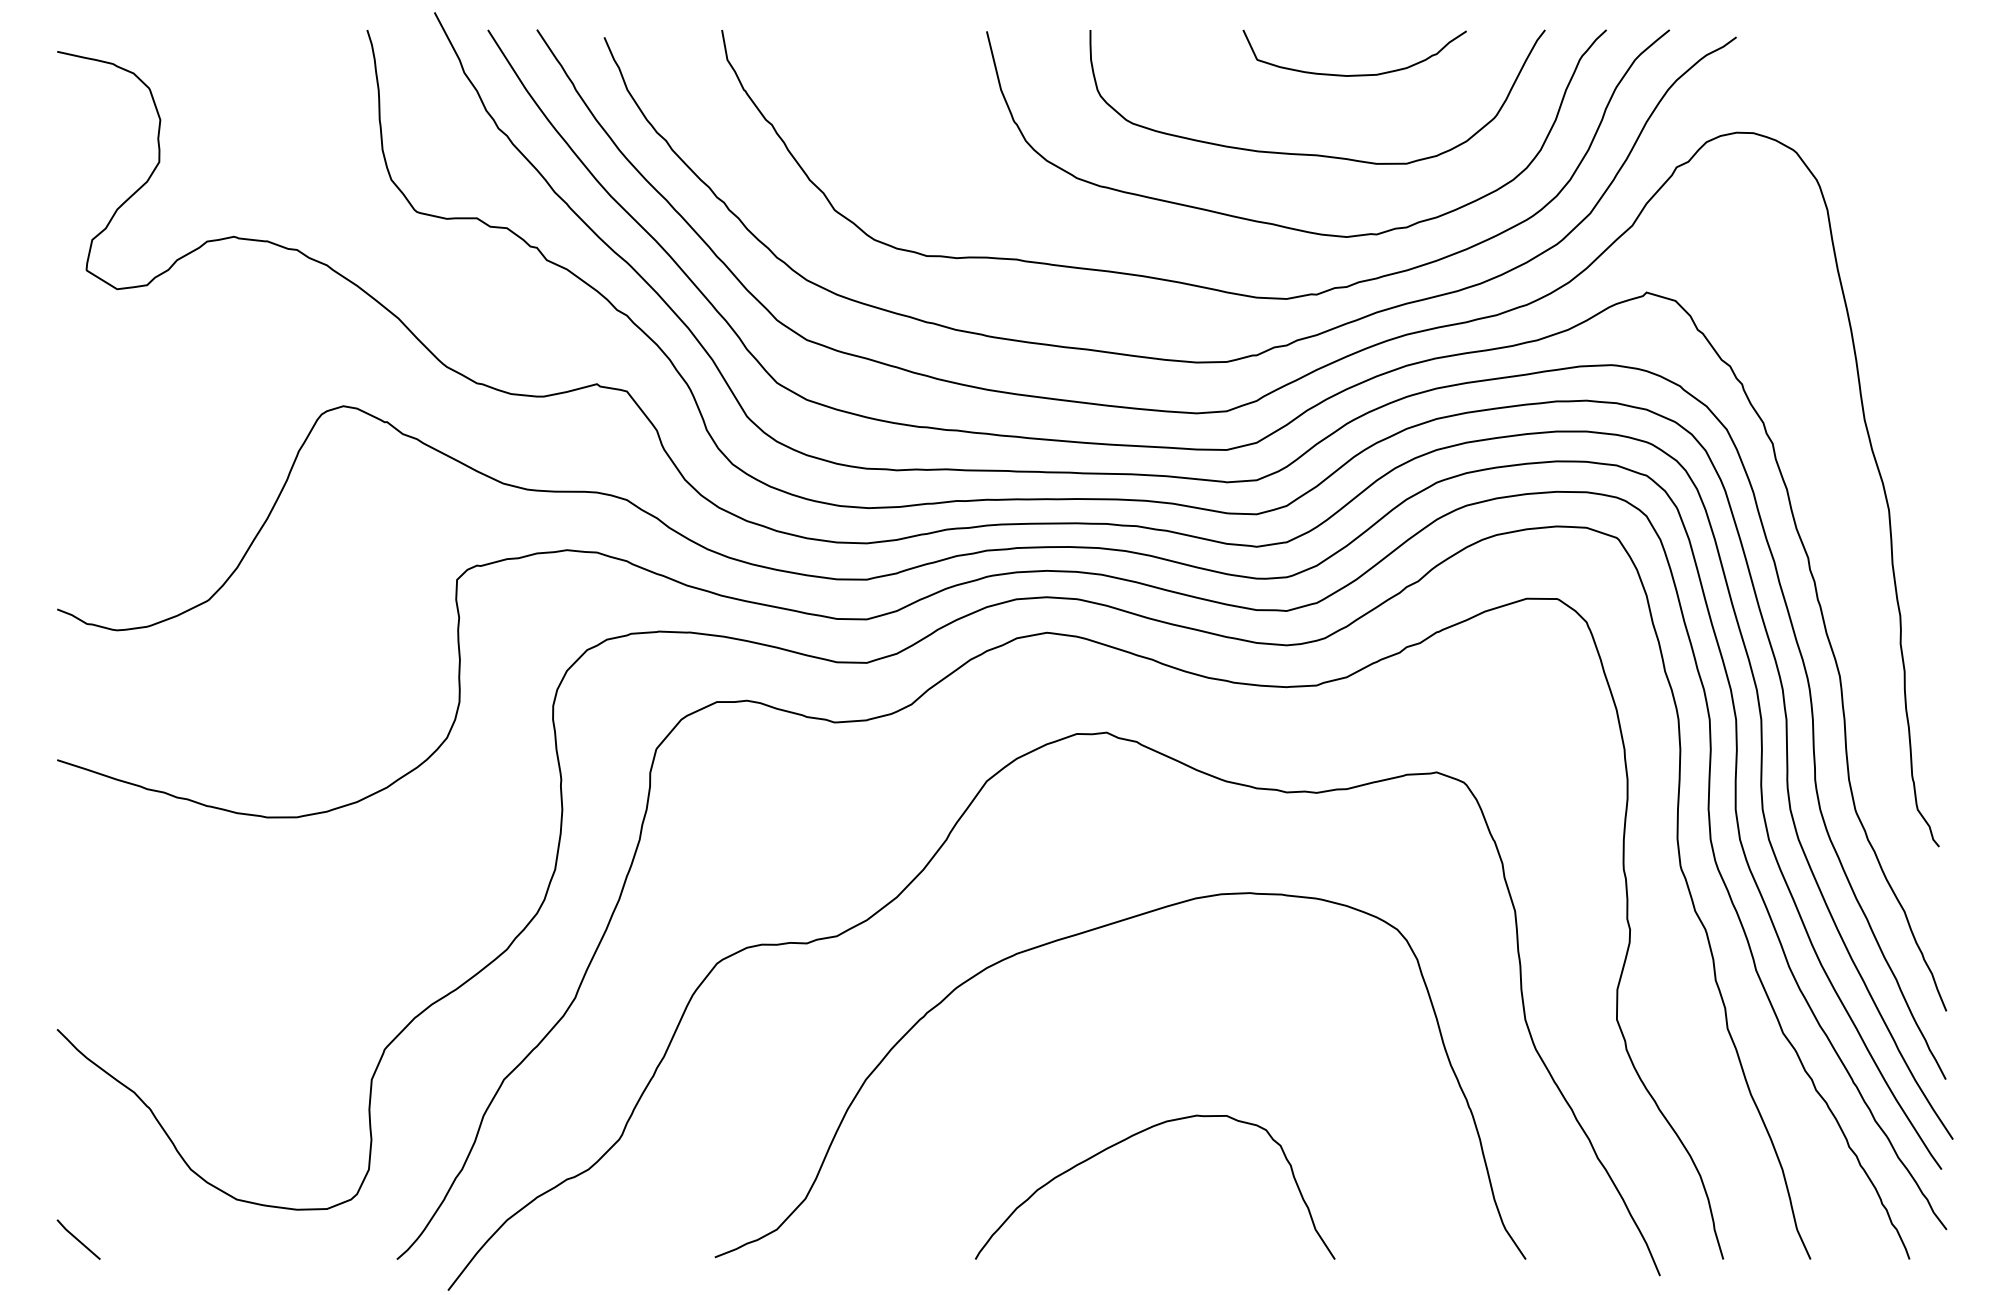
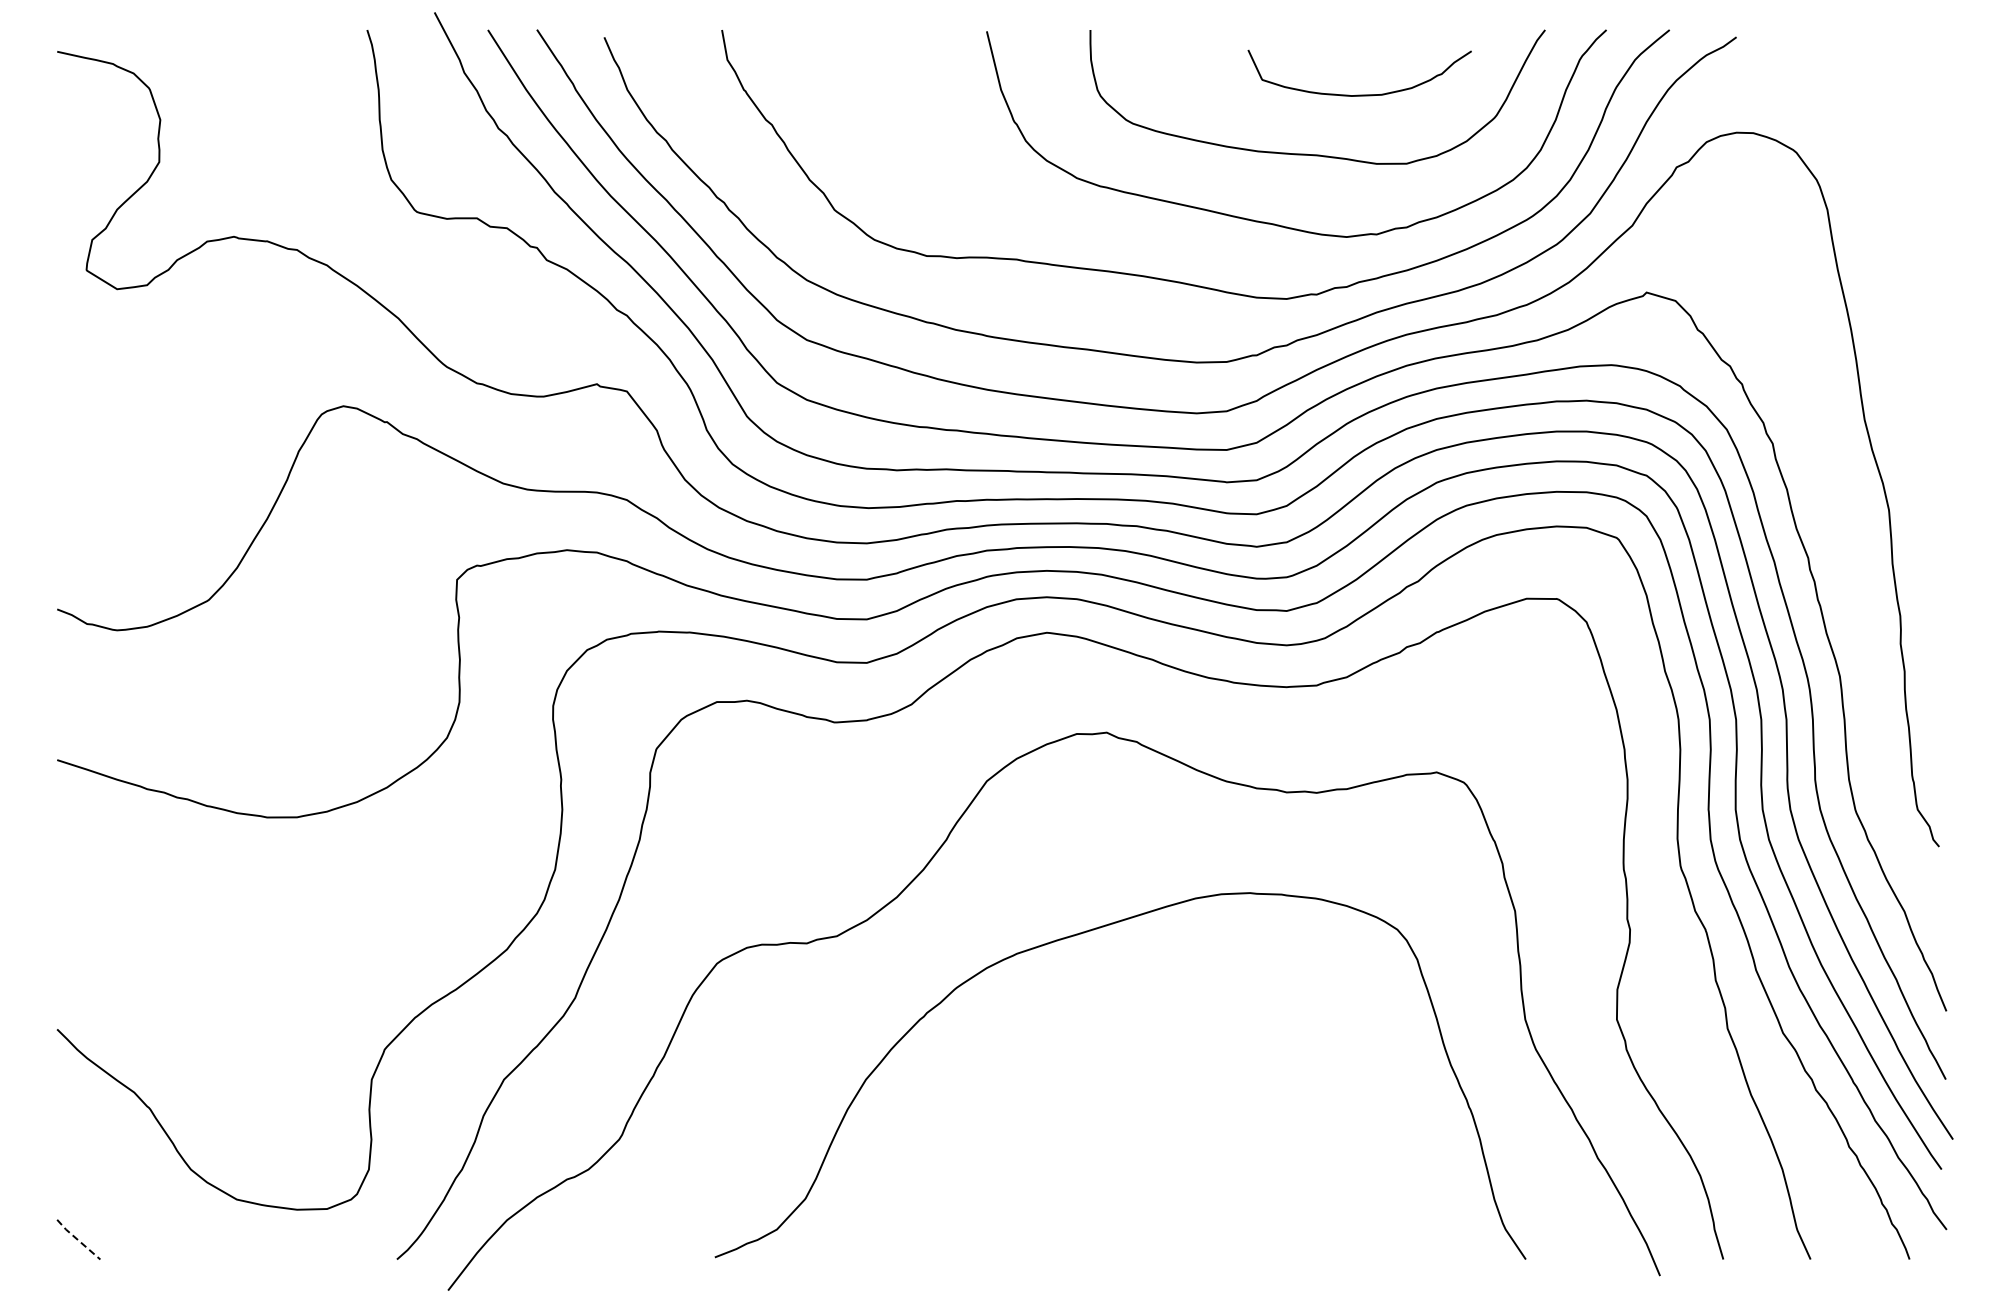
curve at (1354, 74) position: (1354, 74) -> (1359, 94)
curve at (1131, 1137): present -> none
line at (77, 1239): solid -> dashed
